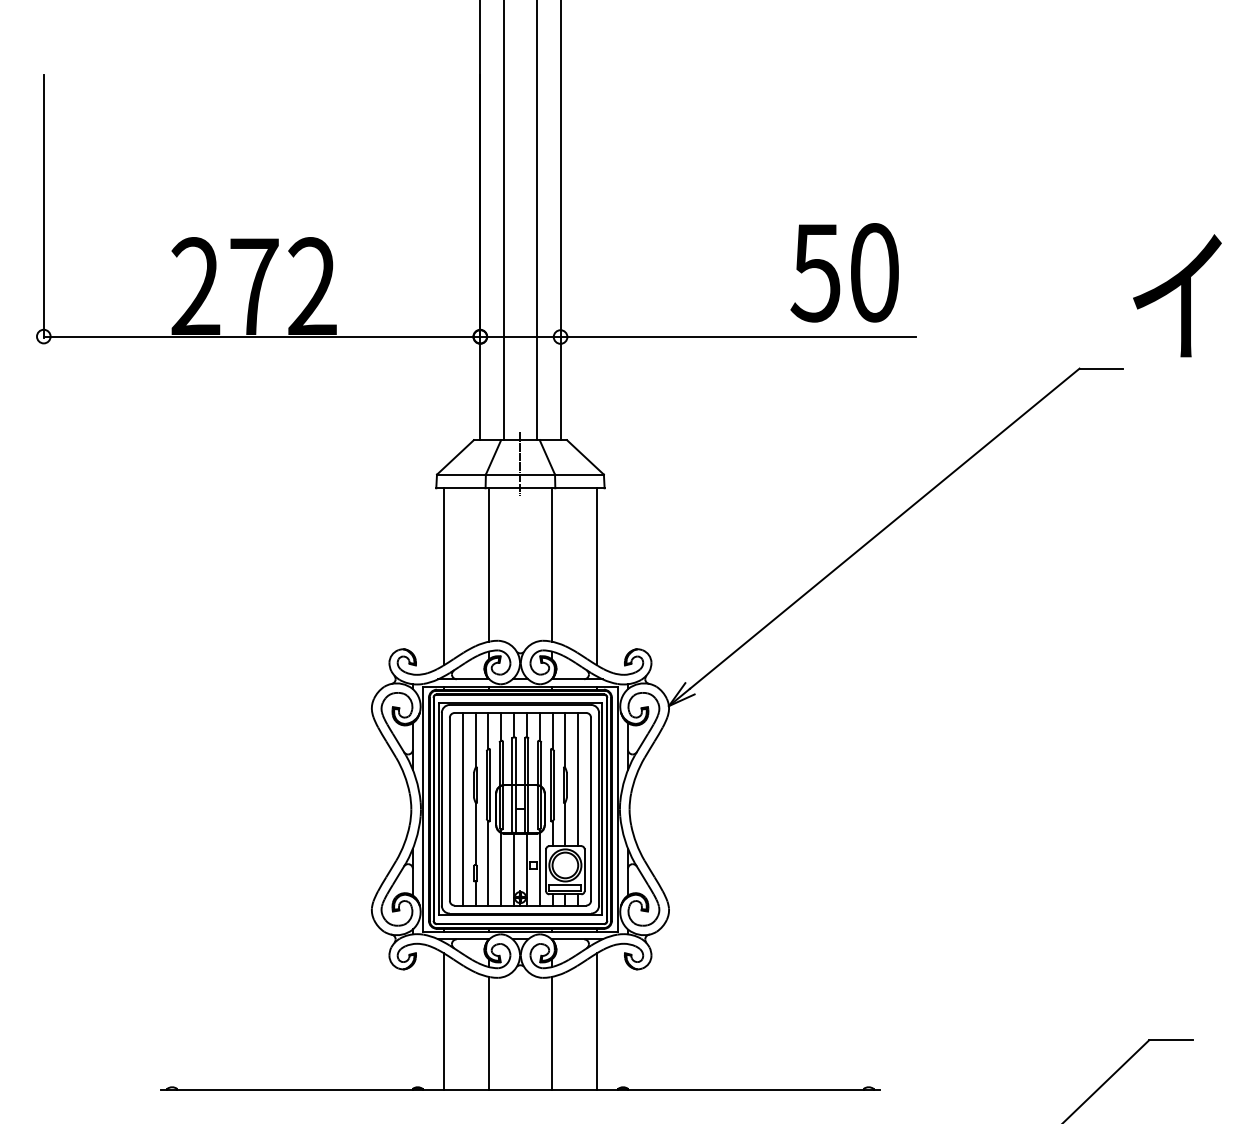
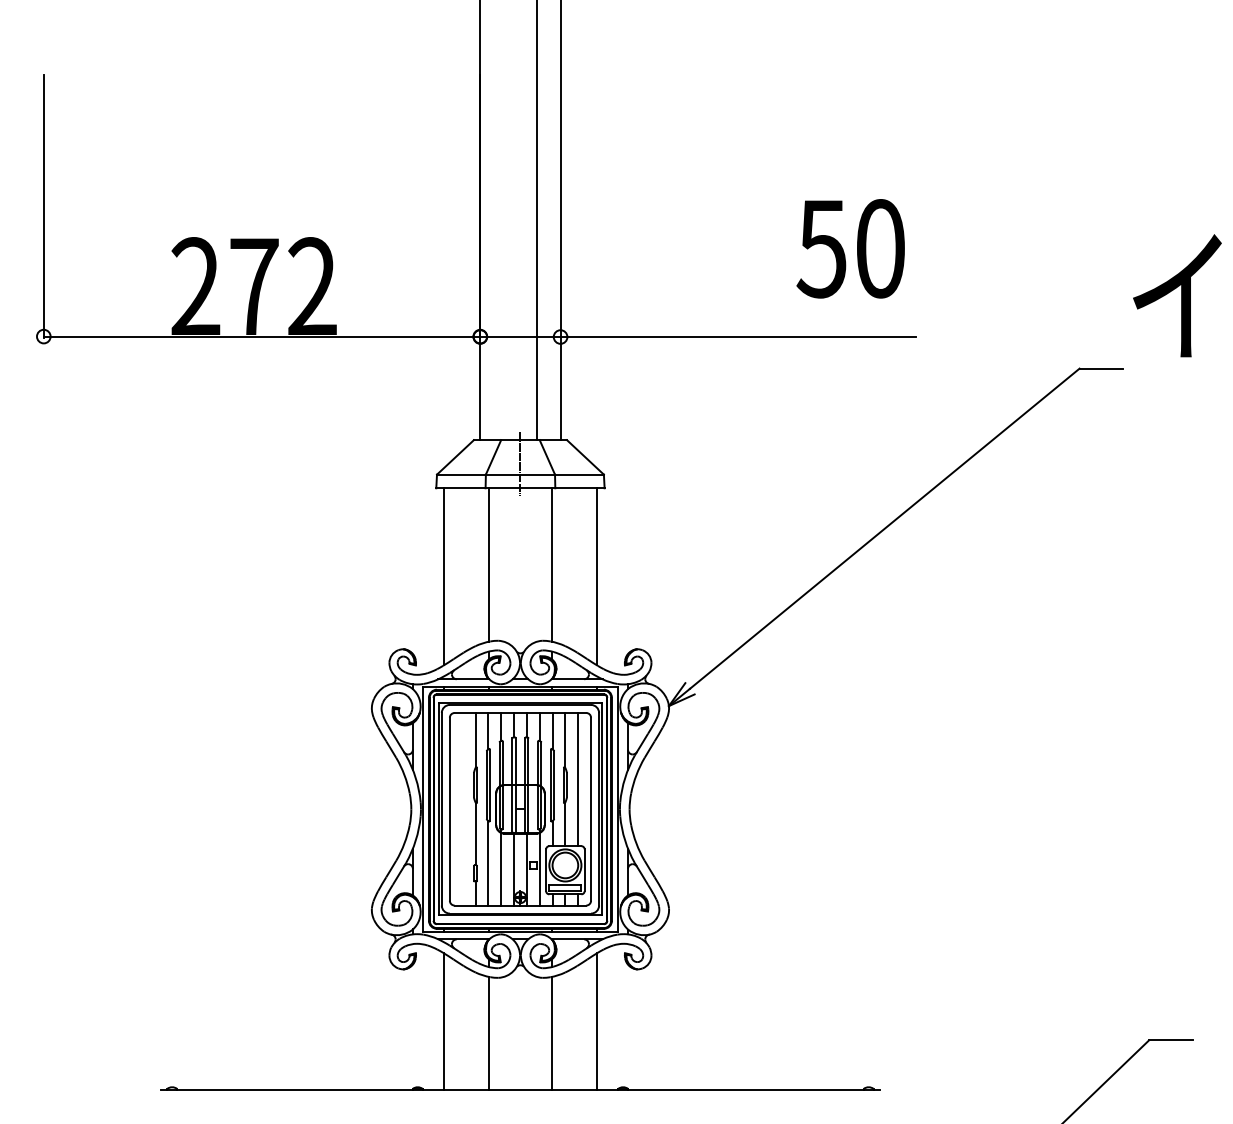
line at (503, 221): present -> none
text at (844, 272) position: (844, 272) -> (850, 248)
line at (462, 808): present -> none
